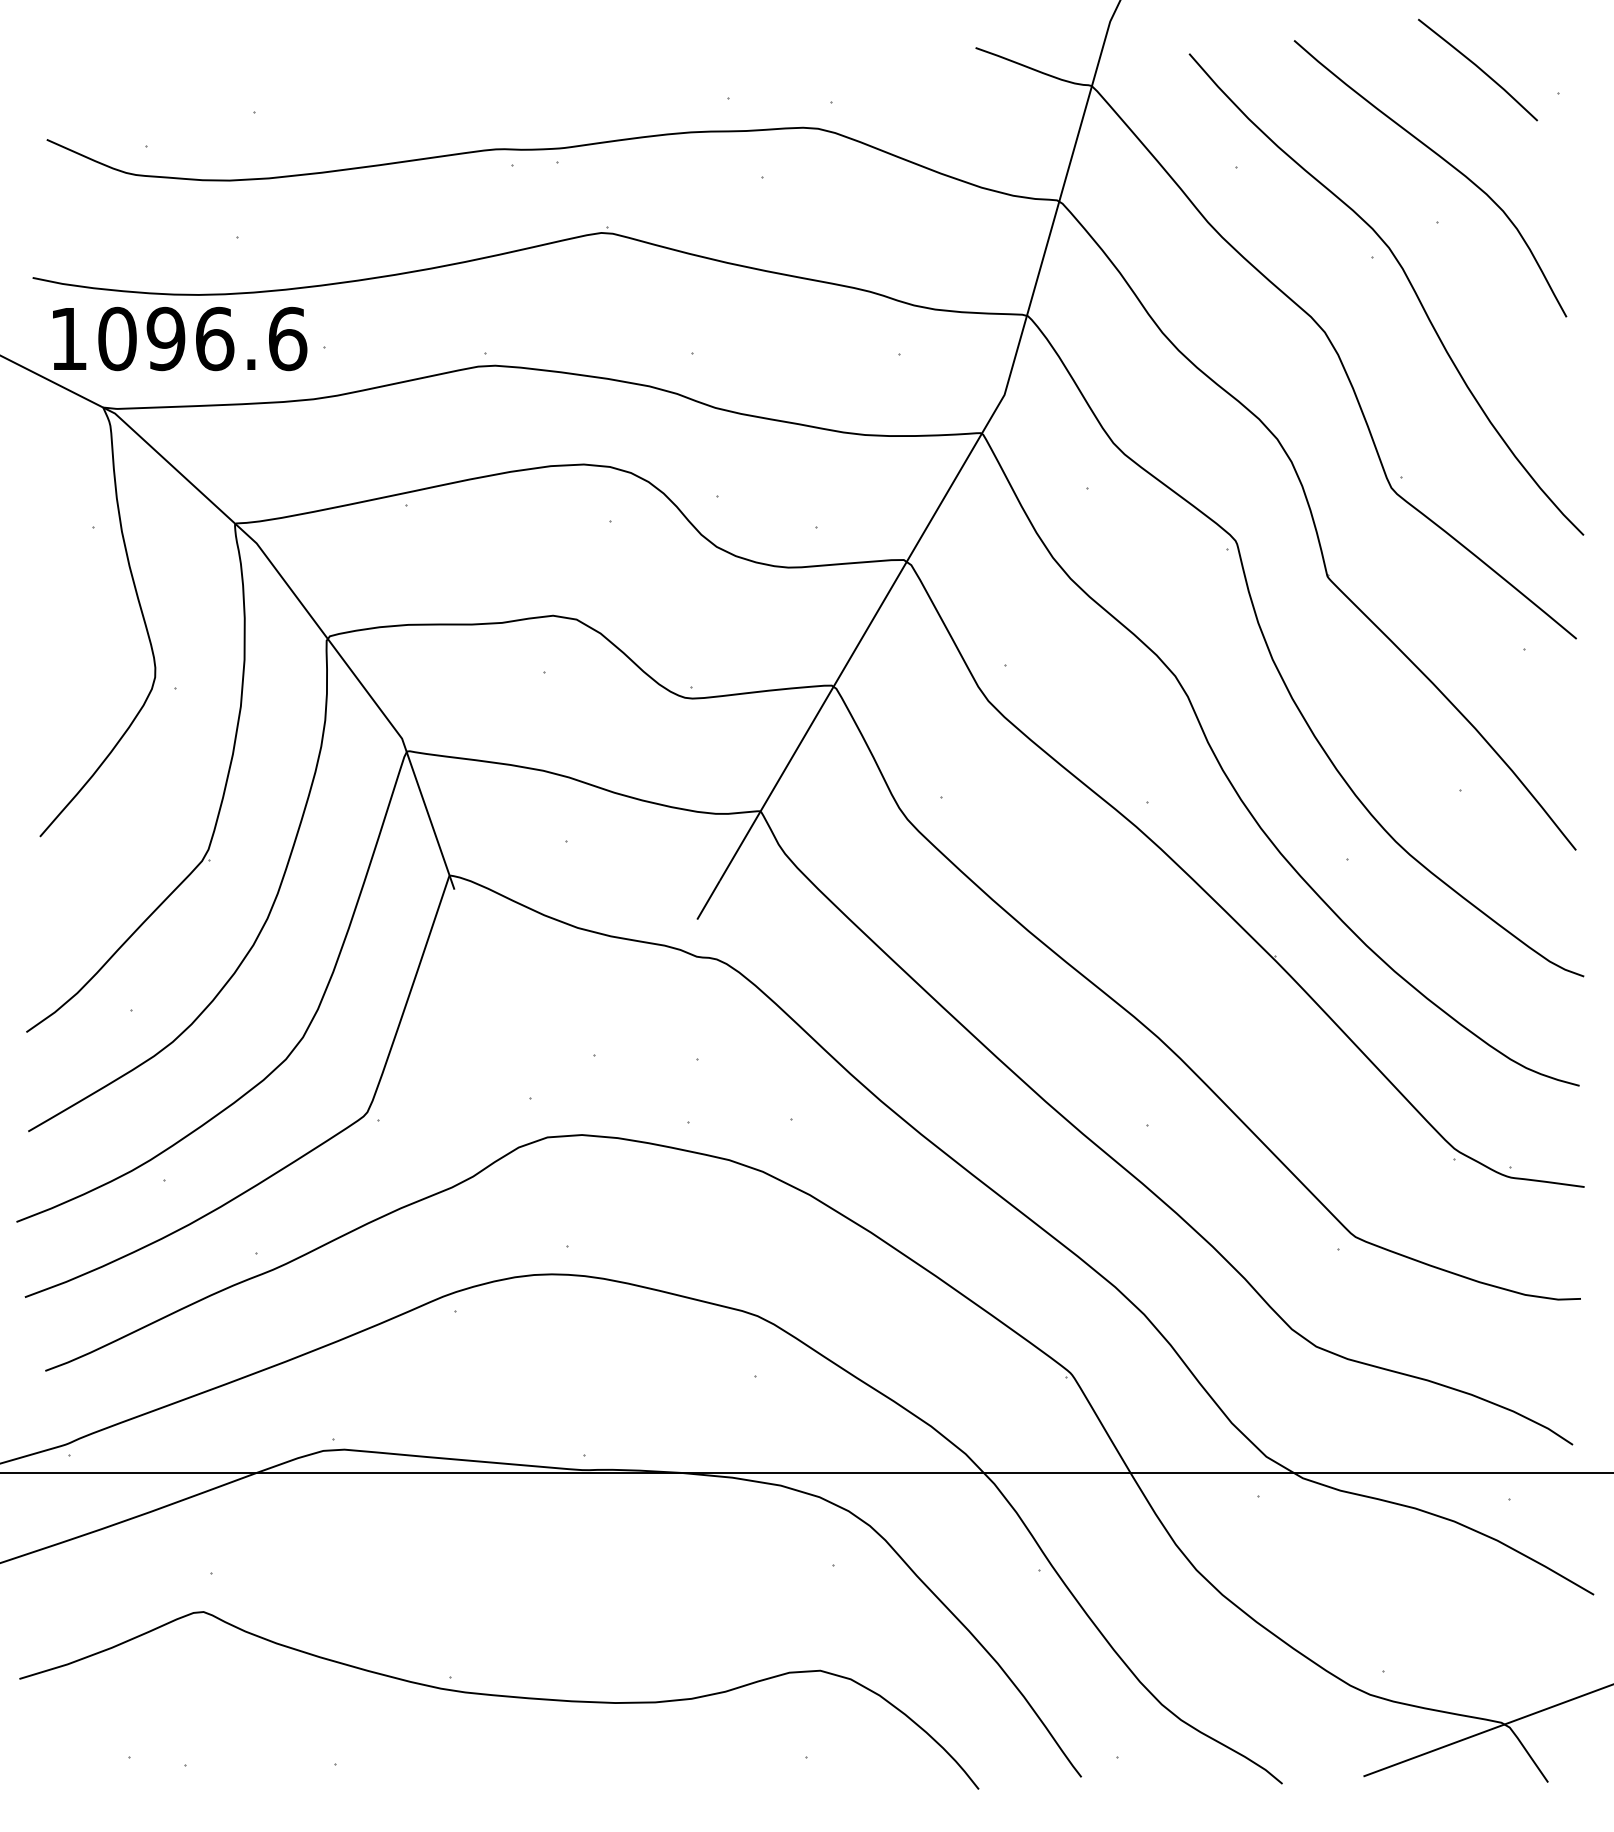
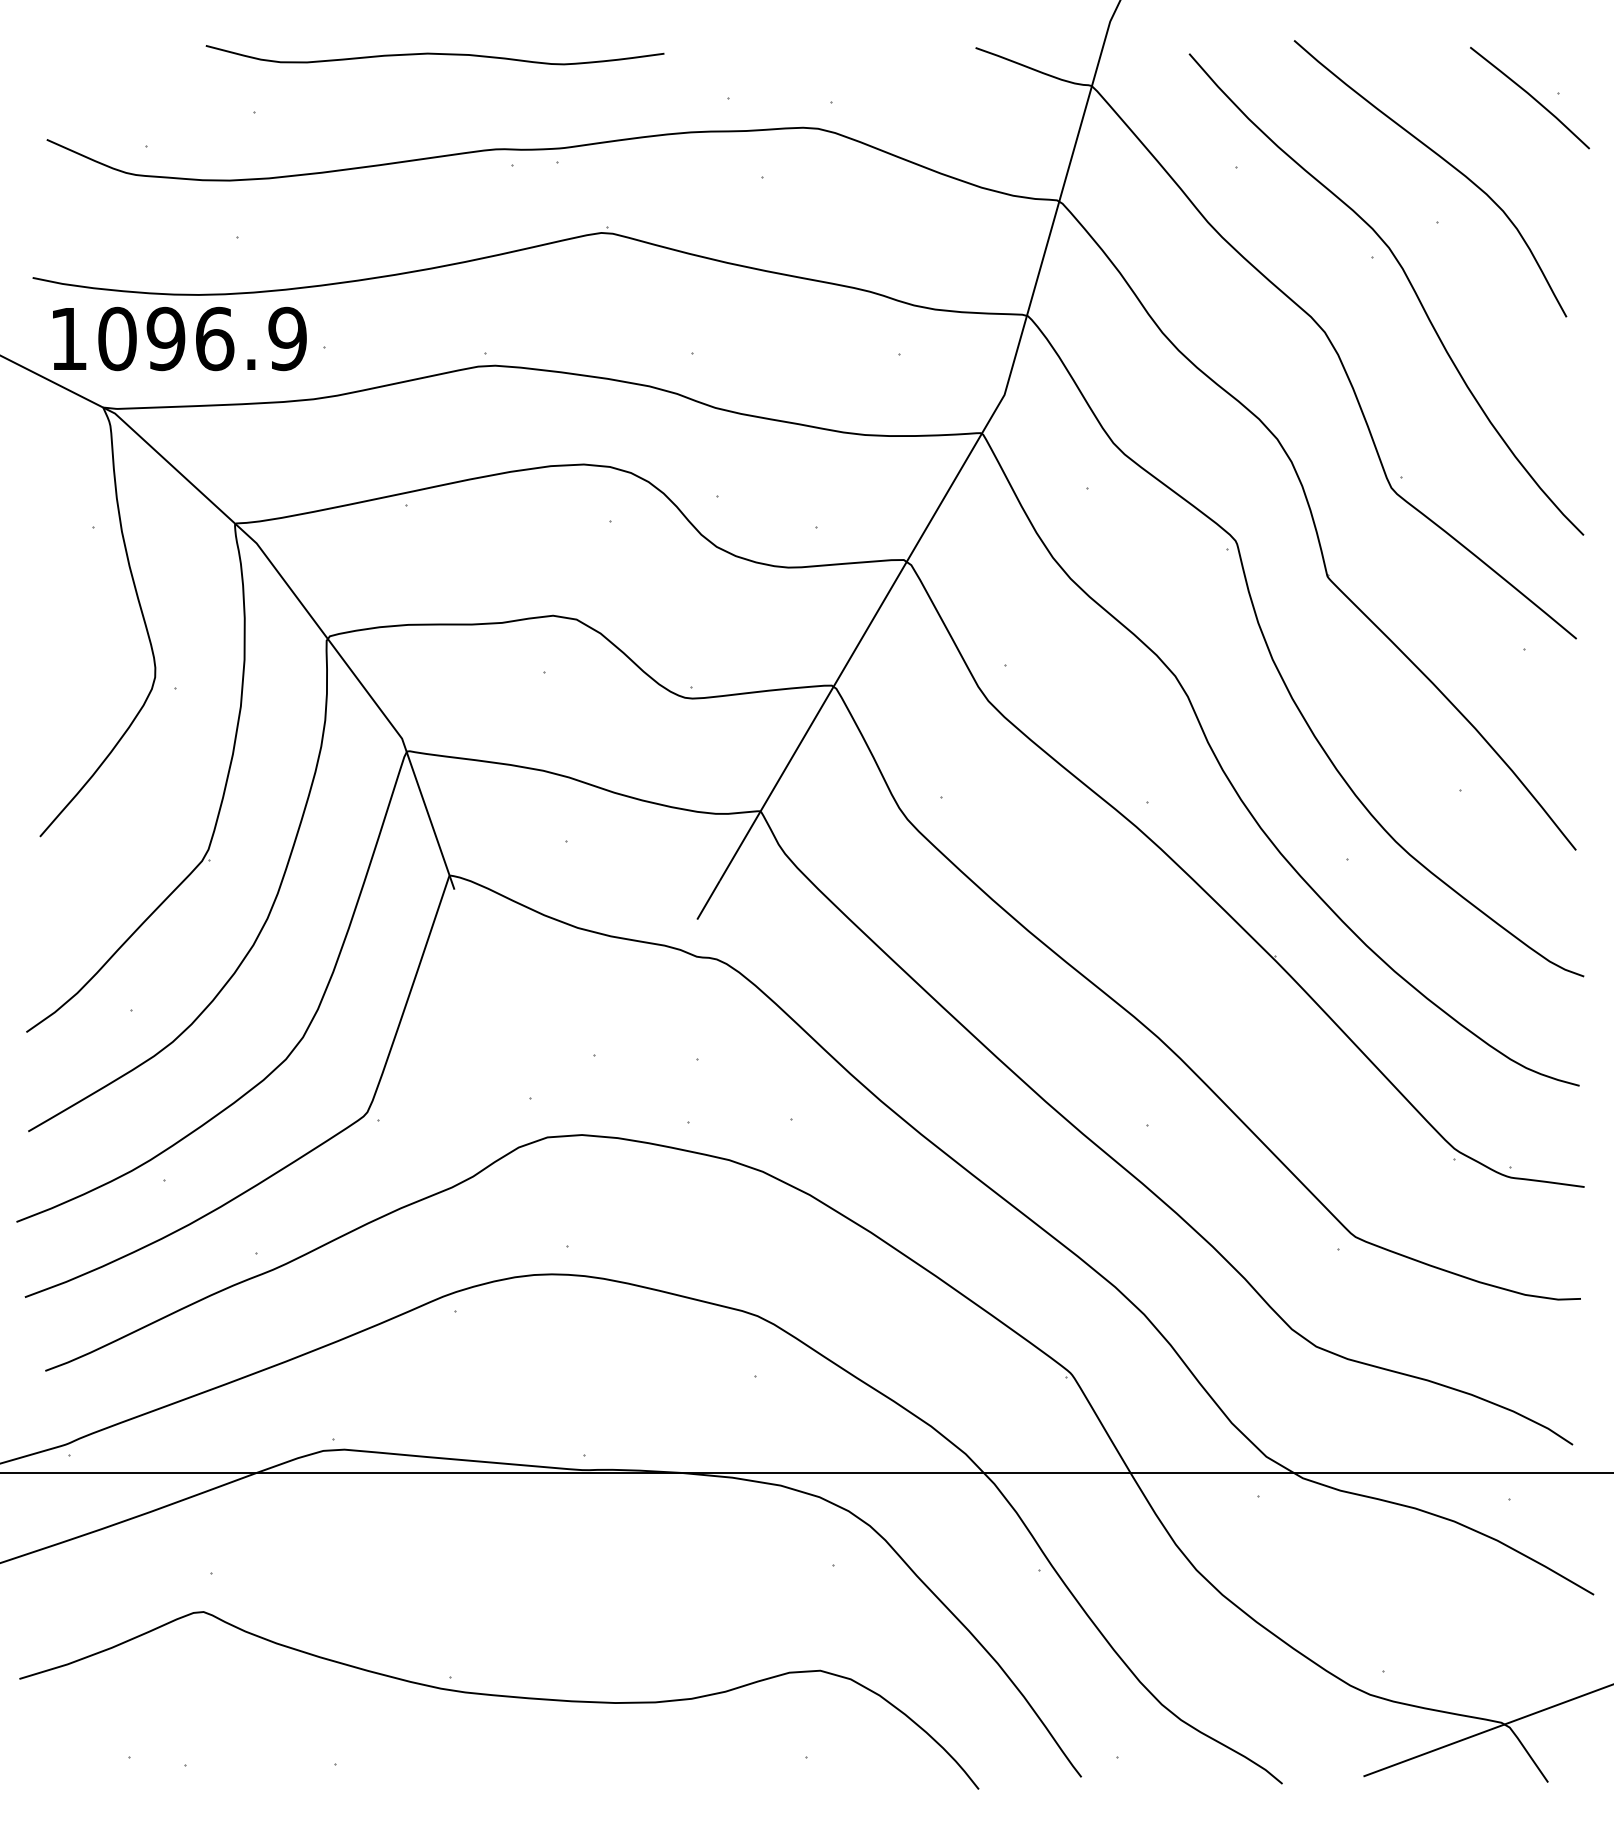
curve at (434, 54): none -> present
line at (1478, 68) position: (1478, 68) -> (1530, 96)
text at (287, 338): 1096.6 -> 1096.9
